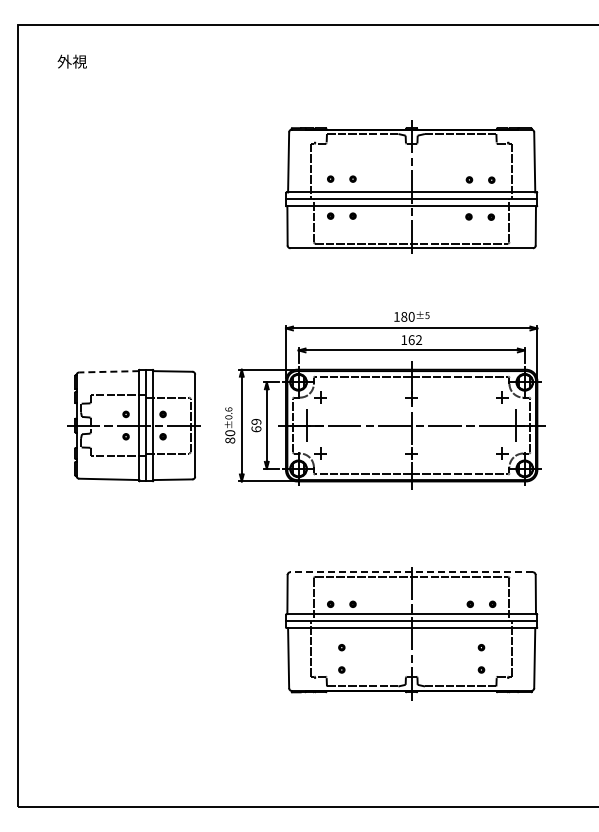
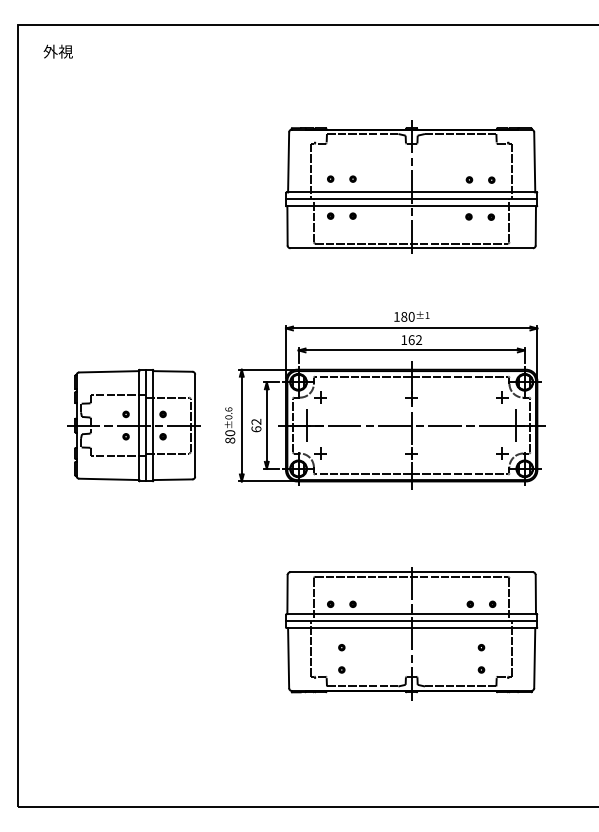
text at (71, 61) position: (71, 61) -> (57, 51)
text at (427, 315): ±5 -> ±1
line at (108, 371): dashed -> solid
text at (256, 421): 69 -> 62
line at (411, 572): dashed -> solid
